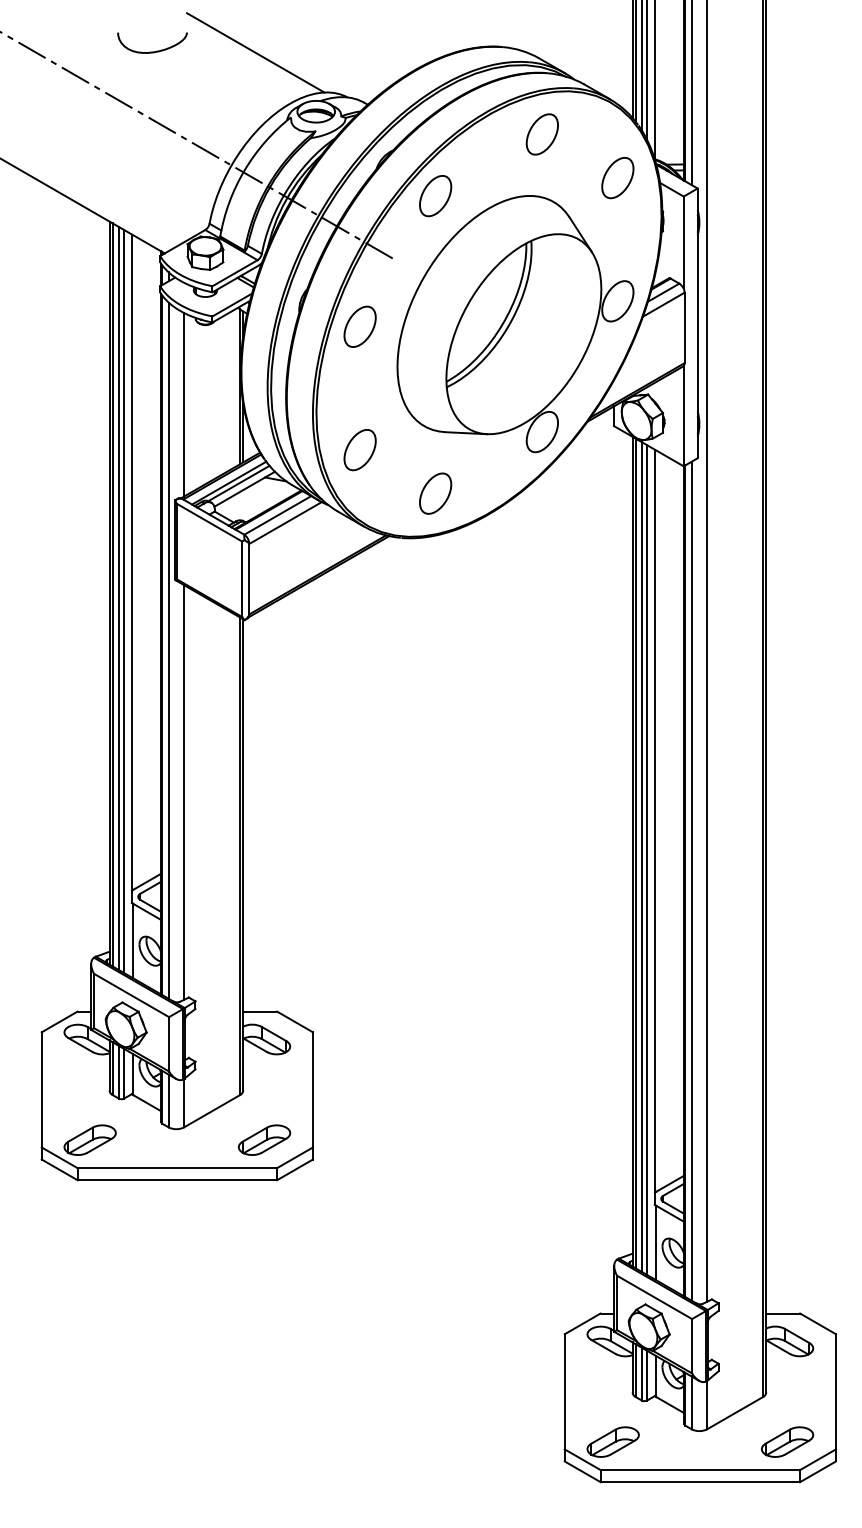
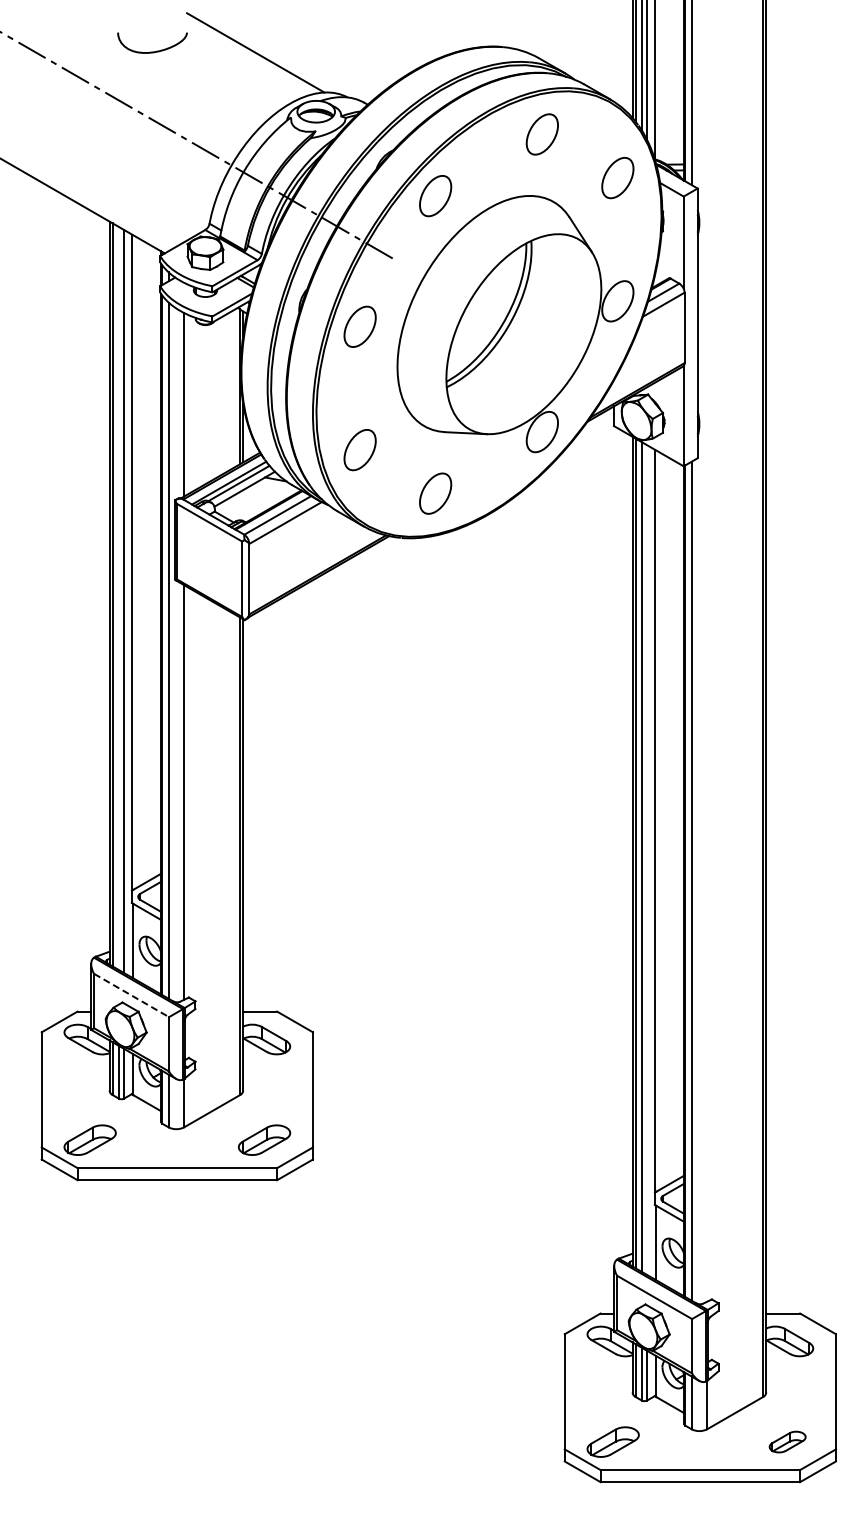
line at (118, 598): present -> none
line at (707, 651): present -> none
line at (647, 859): present -> none
line at (132, 995): solid -> dashed
part at (787, 1441) size: 54x32 px -> 39x24 px
